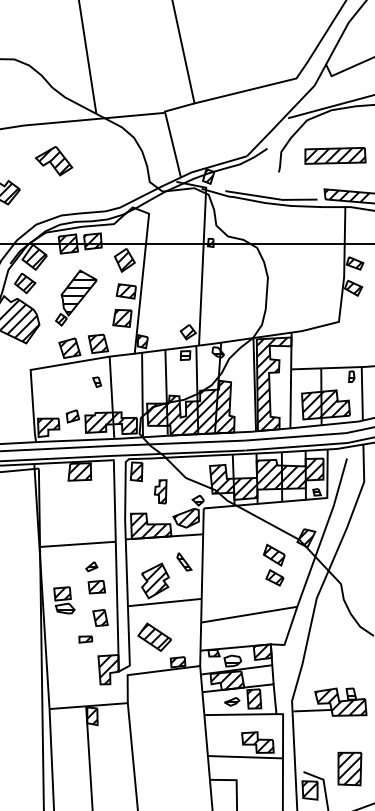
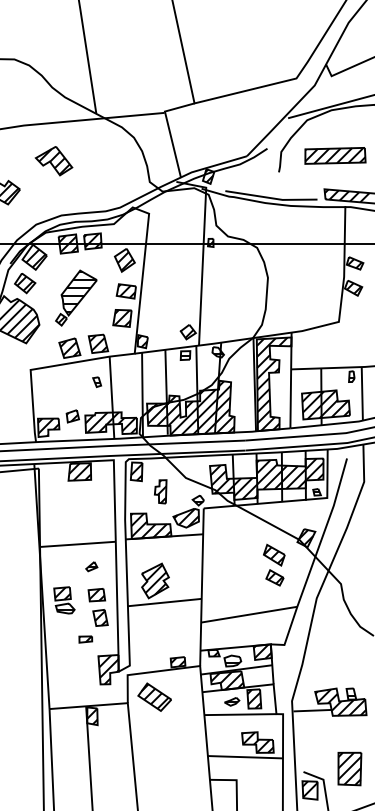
part at (184, 561): present -> none
part at (96, 587) position: (96, 587) -> (96, 595)
part at (154, 636) position: (154, 636) -> (154, 696)
